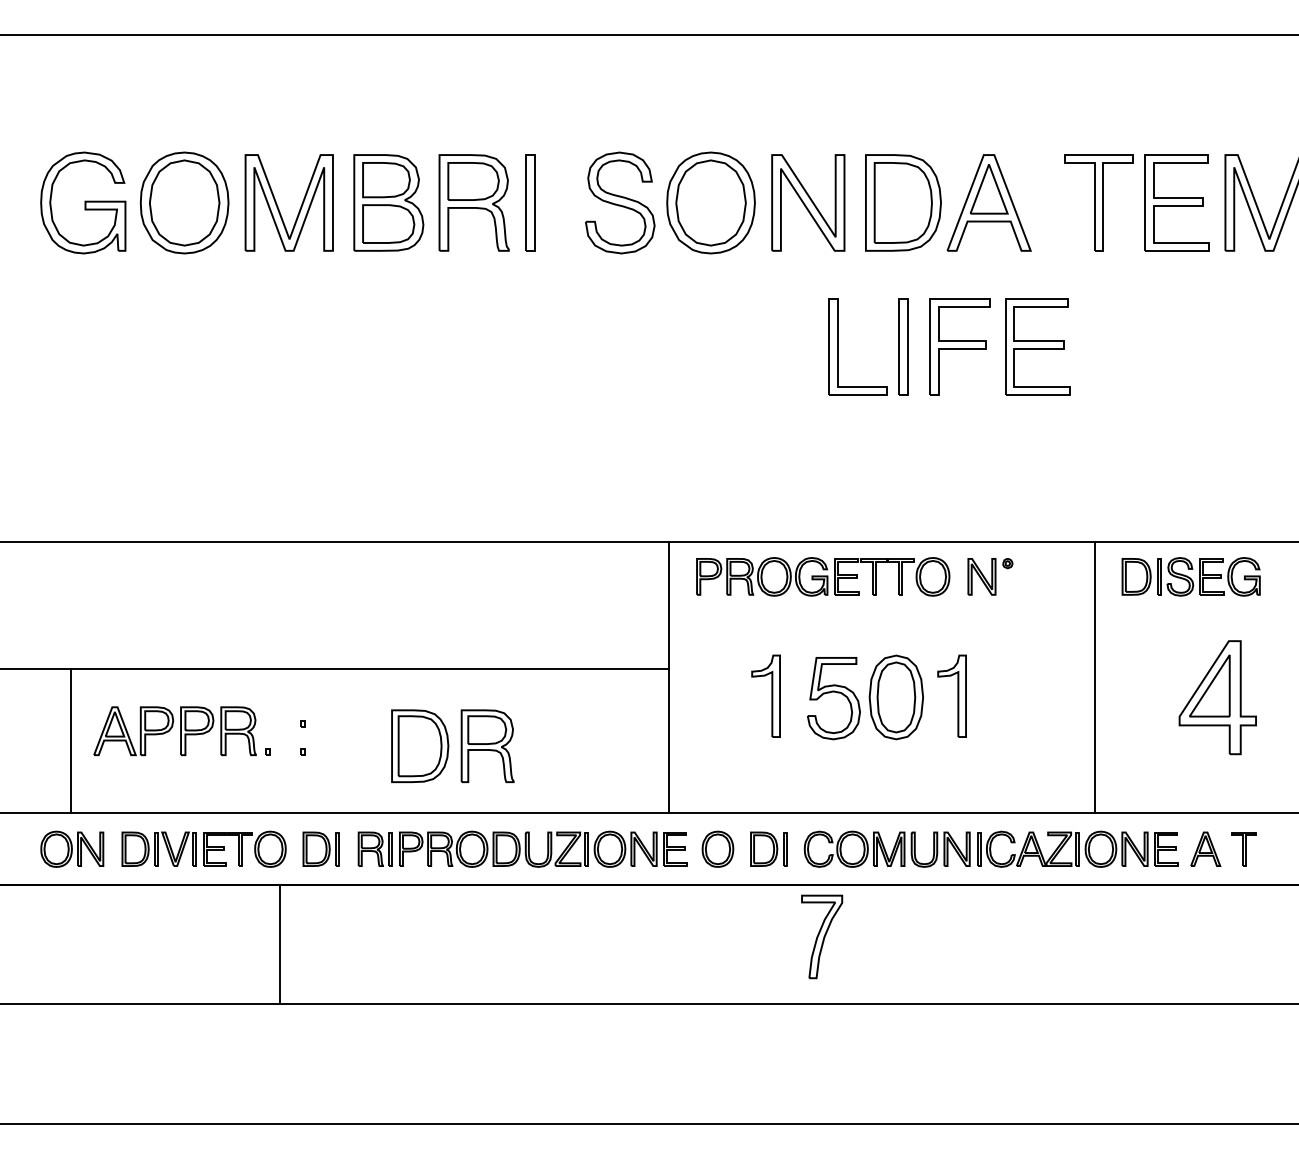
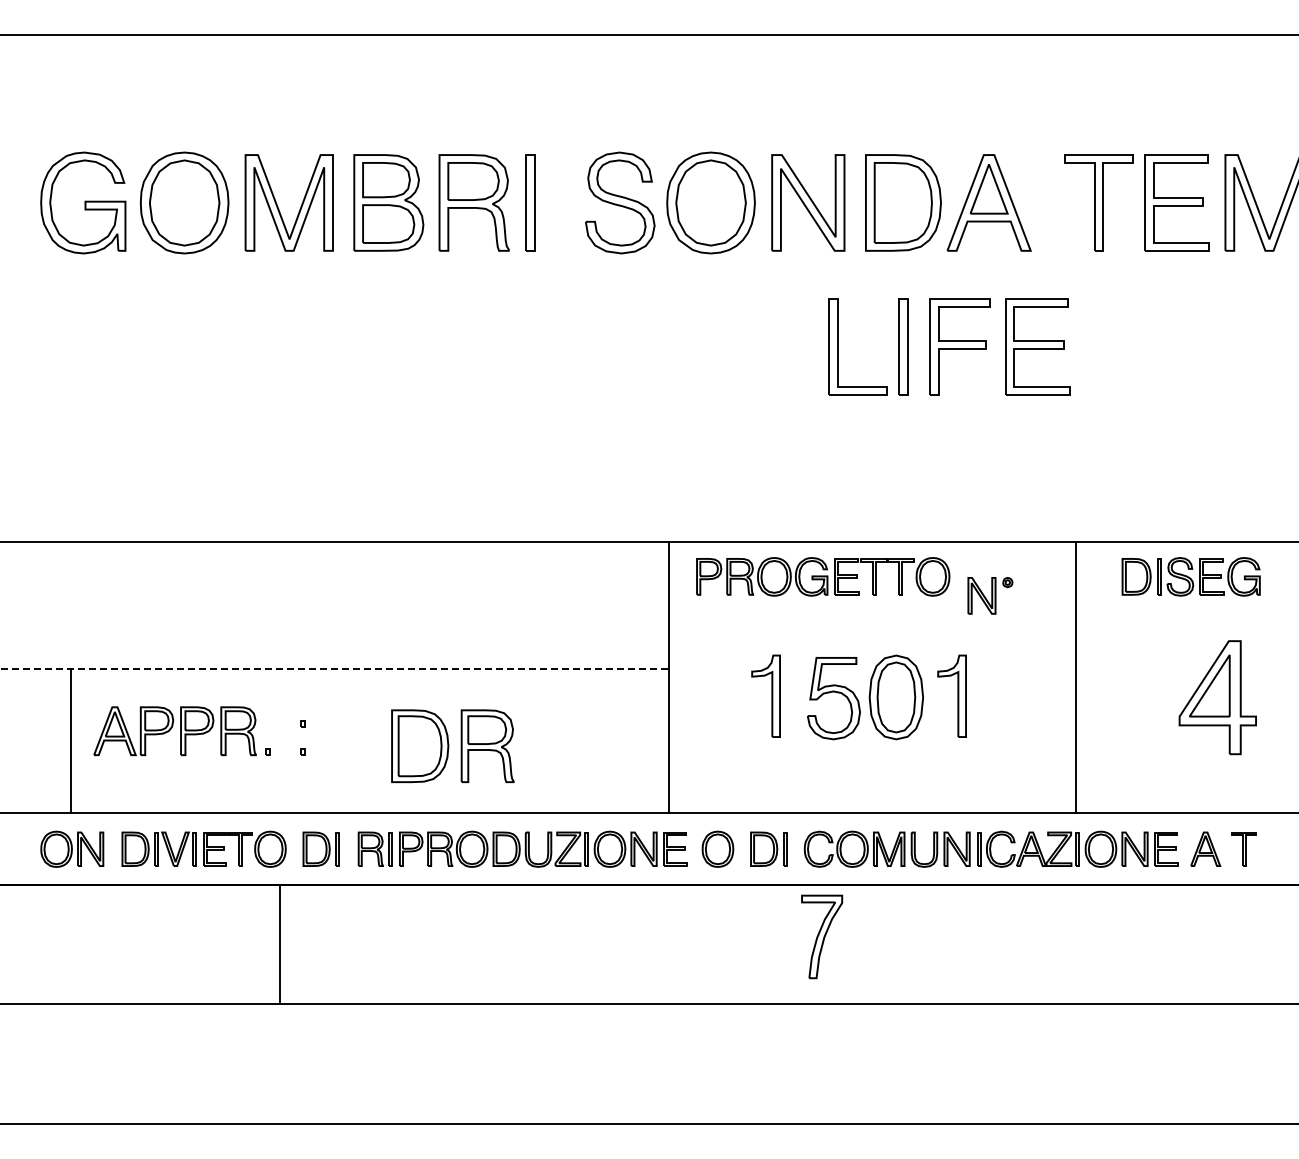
part at (990, 576) position: (990, 576) -> (990, 595)
line at (335, 669): solid -> dashed
line at (1094, 677) position: (1094, 677) -> (1075, 677)
